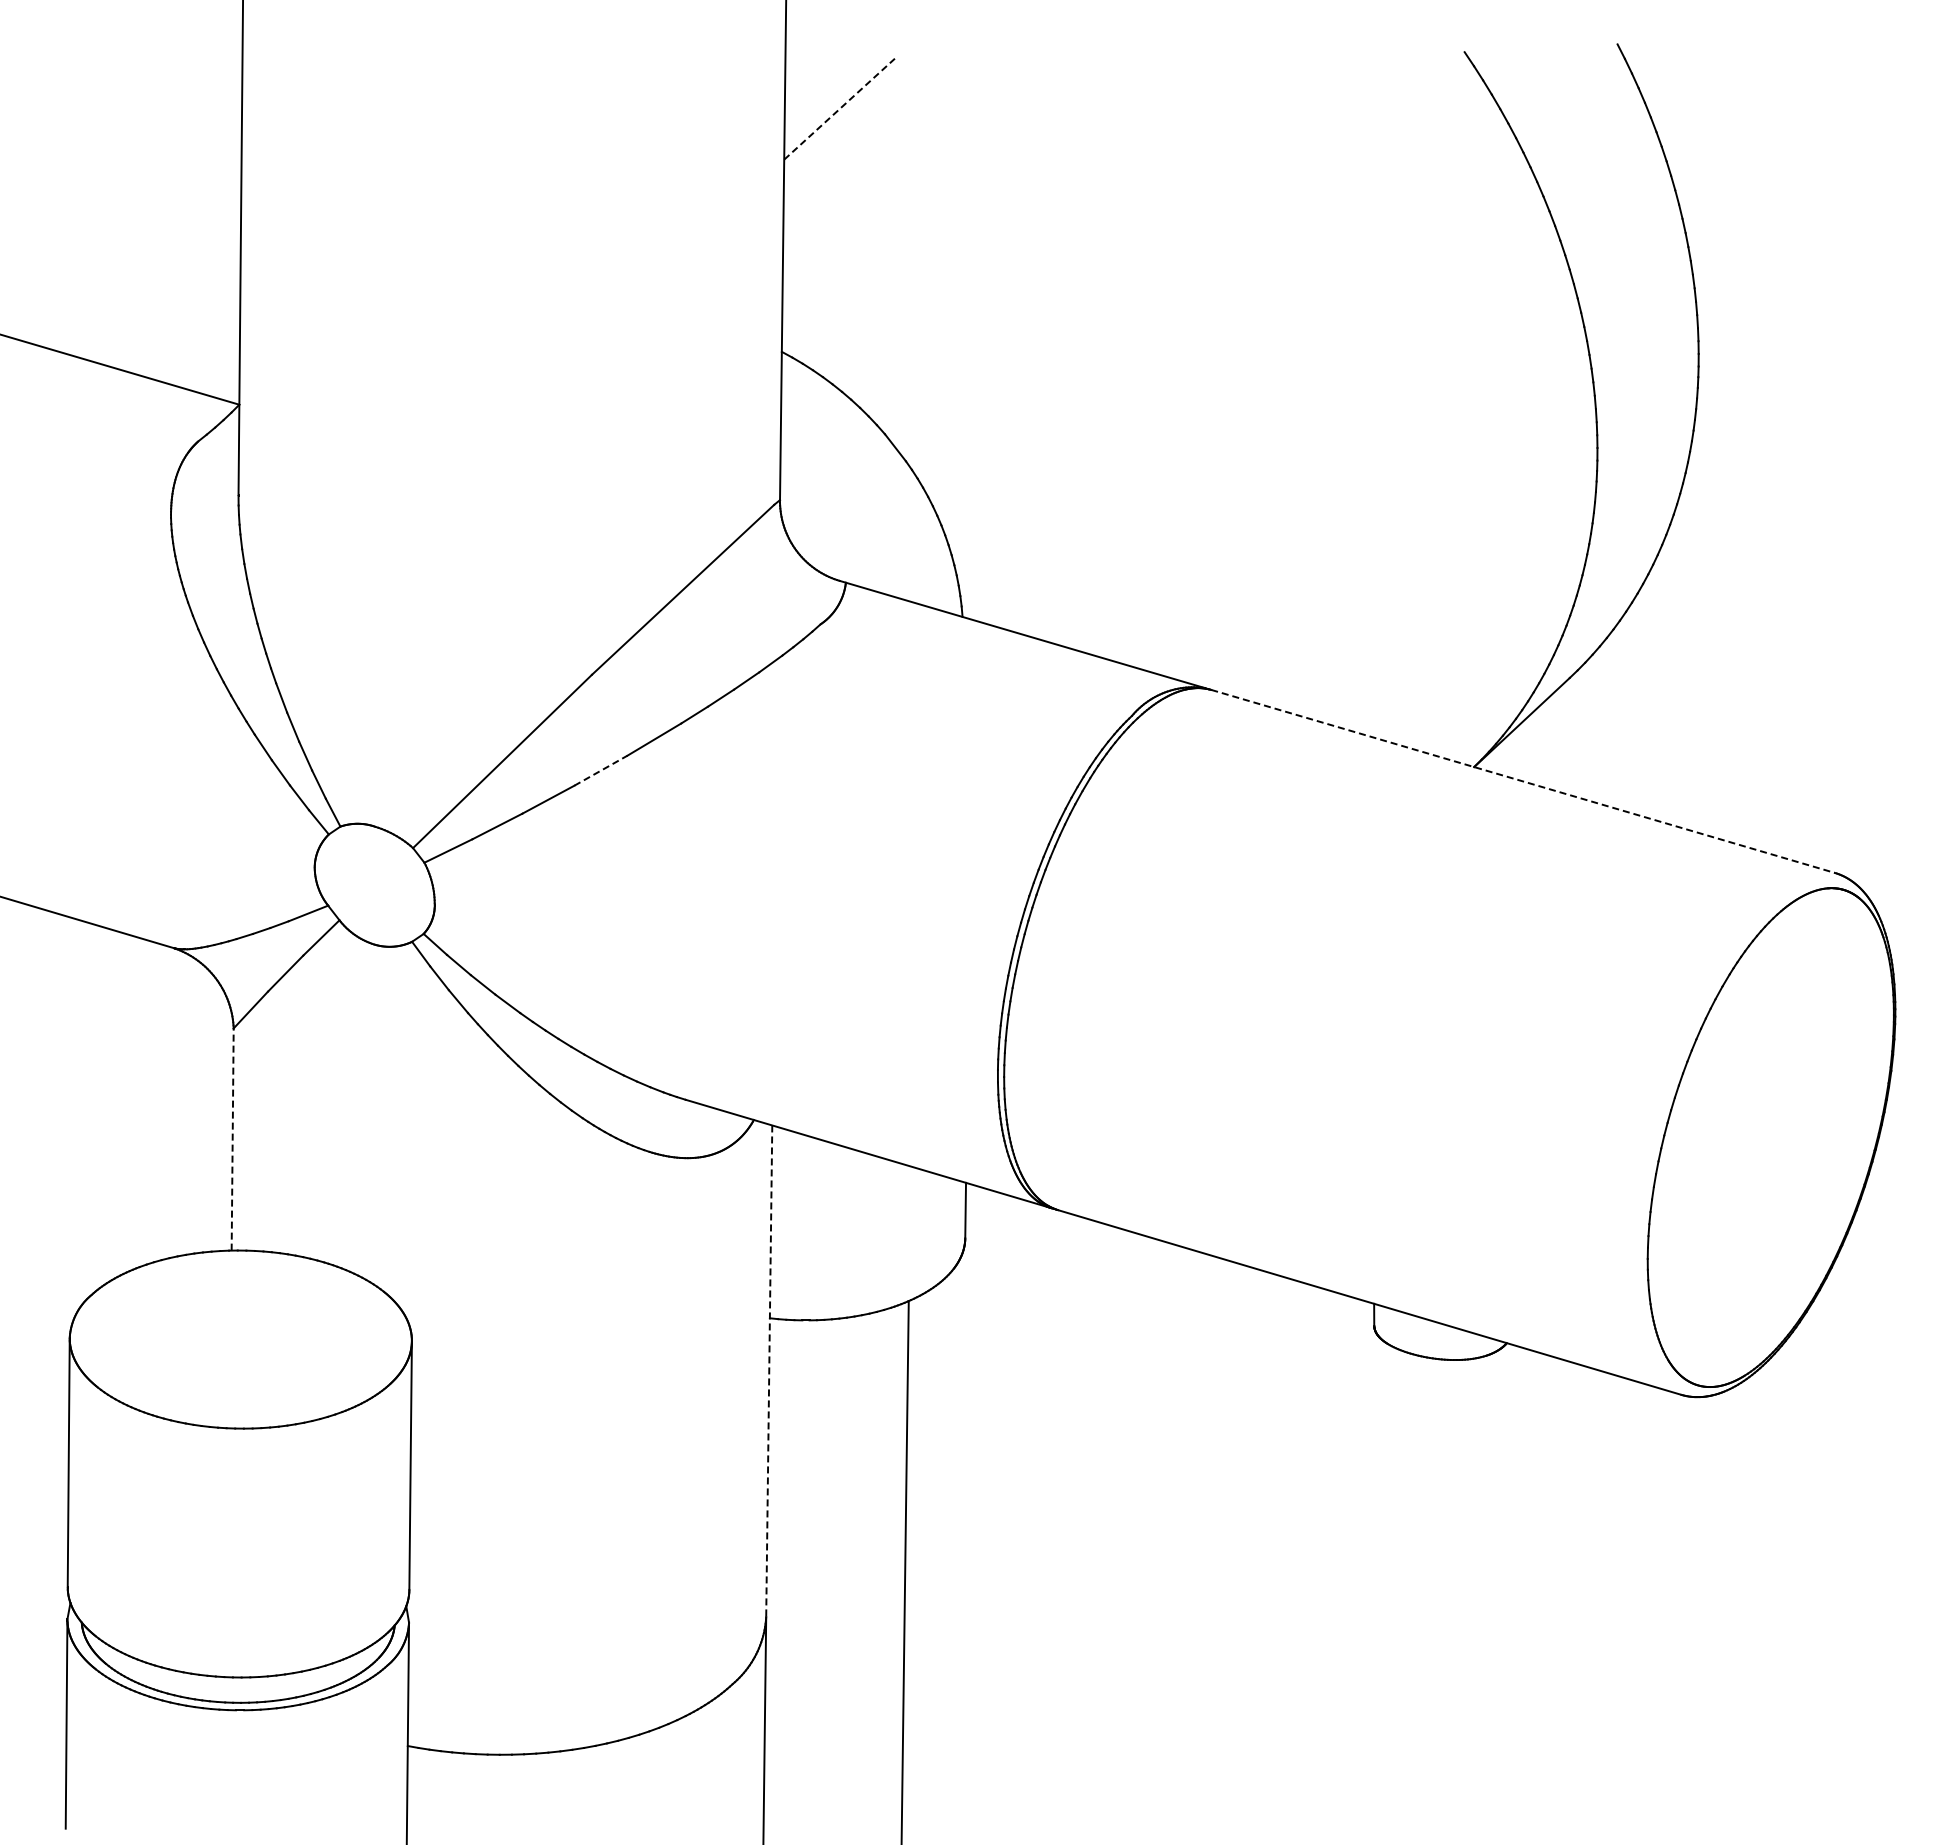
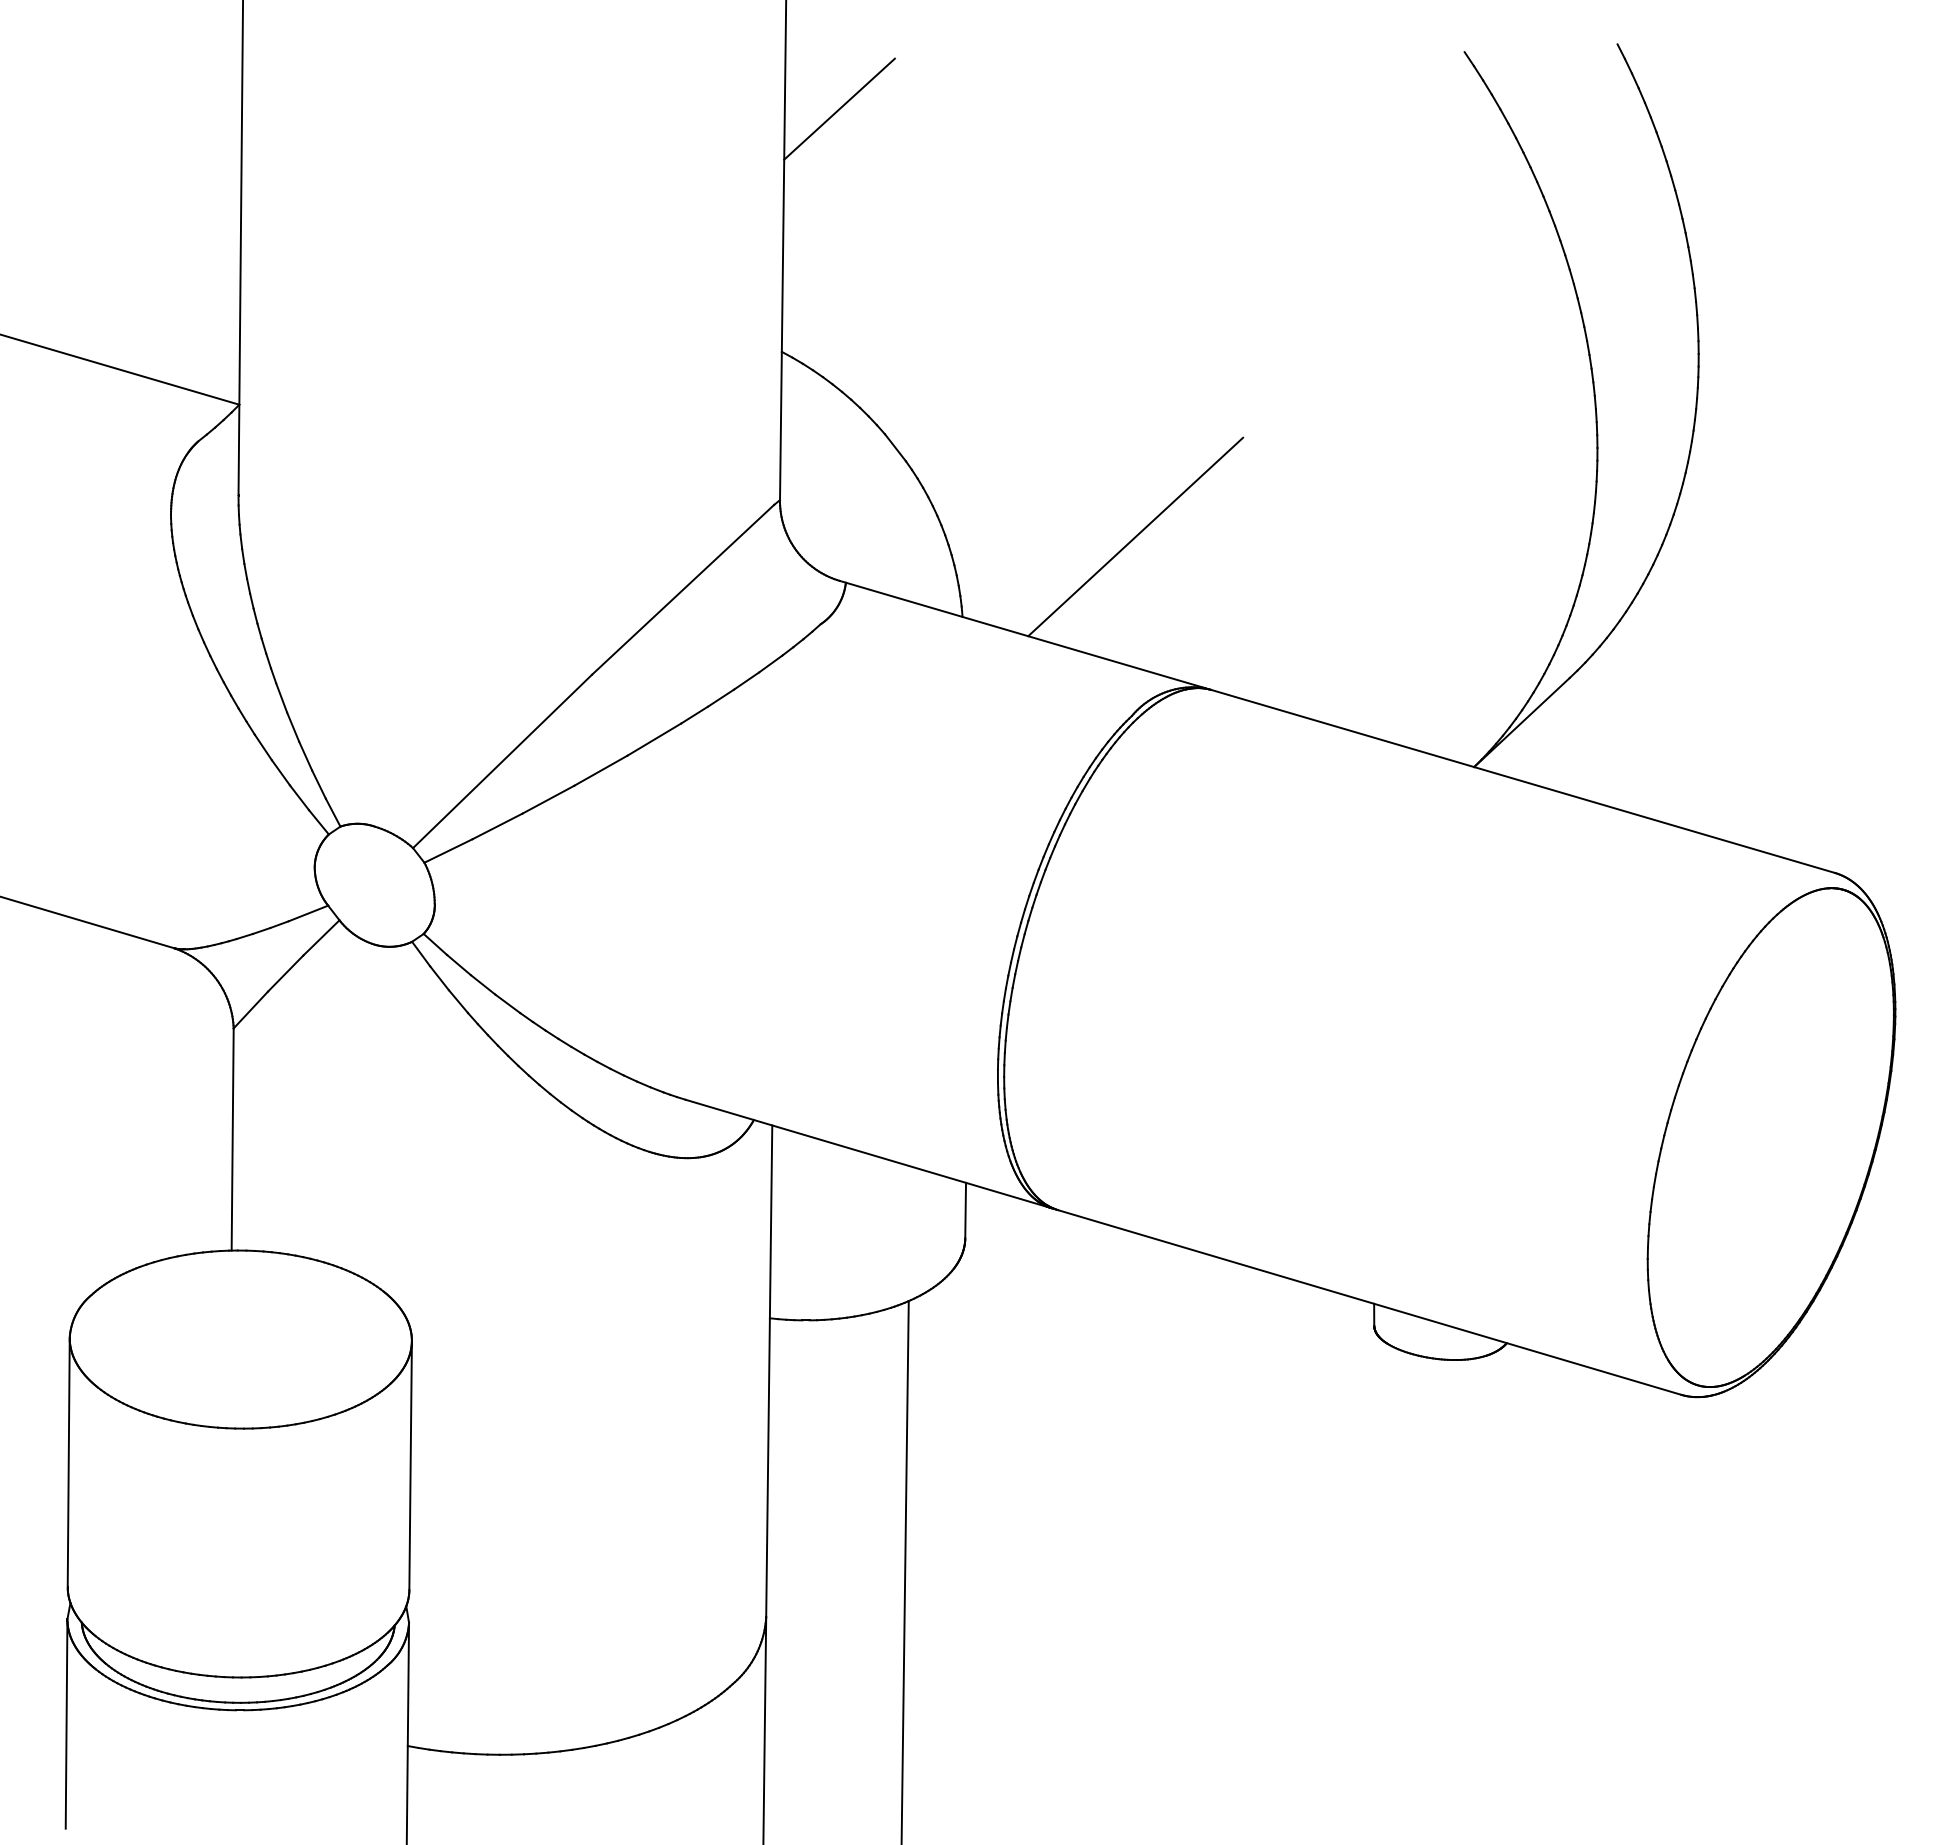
line at (839, 109): dashed -> solid
line at (1135, 536): none -> present
line at (600, 770): dashed -> solid
line at (1523, 781): dashed -> solid
line at (232, 1139): dashed -> solid
line at (769, 1371): dashed -> solid
